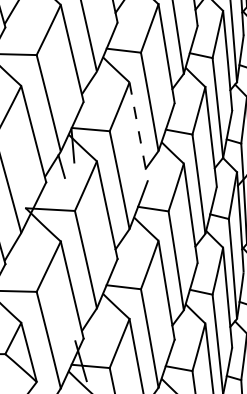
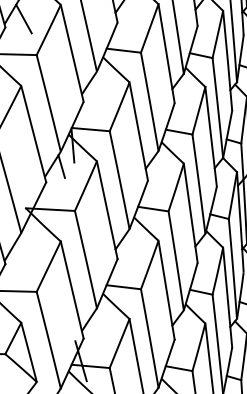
line at (23, 18): none -> present
line at (138, 131): dashed -> solid
